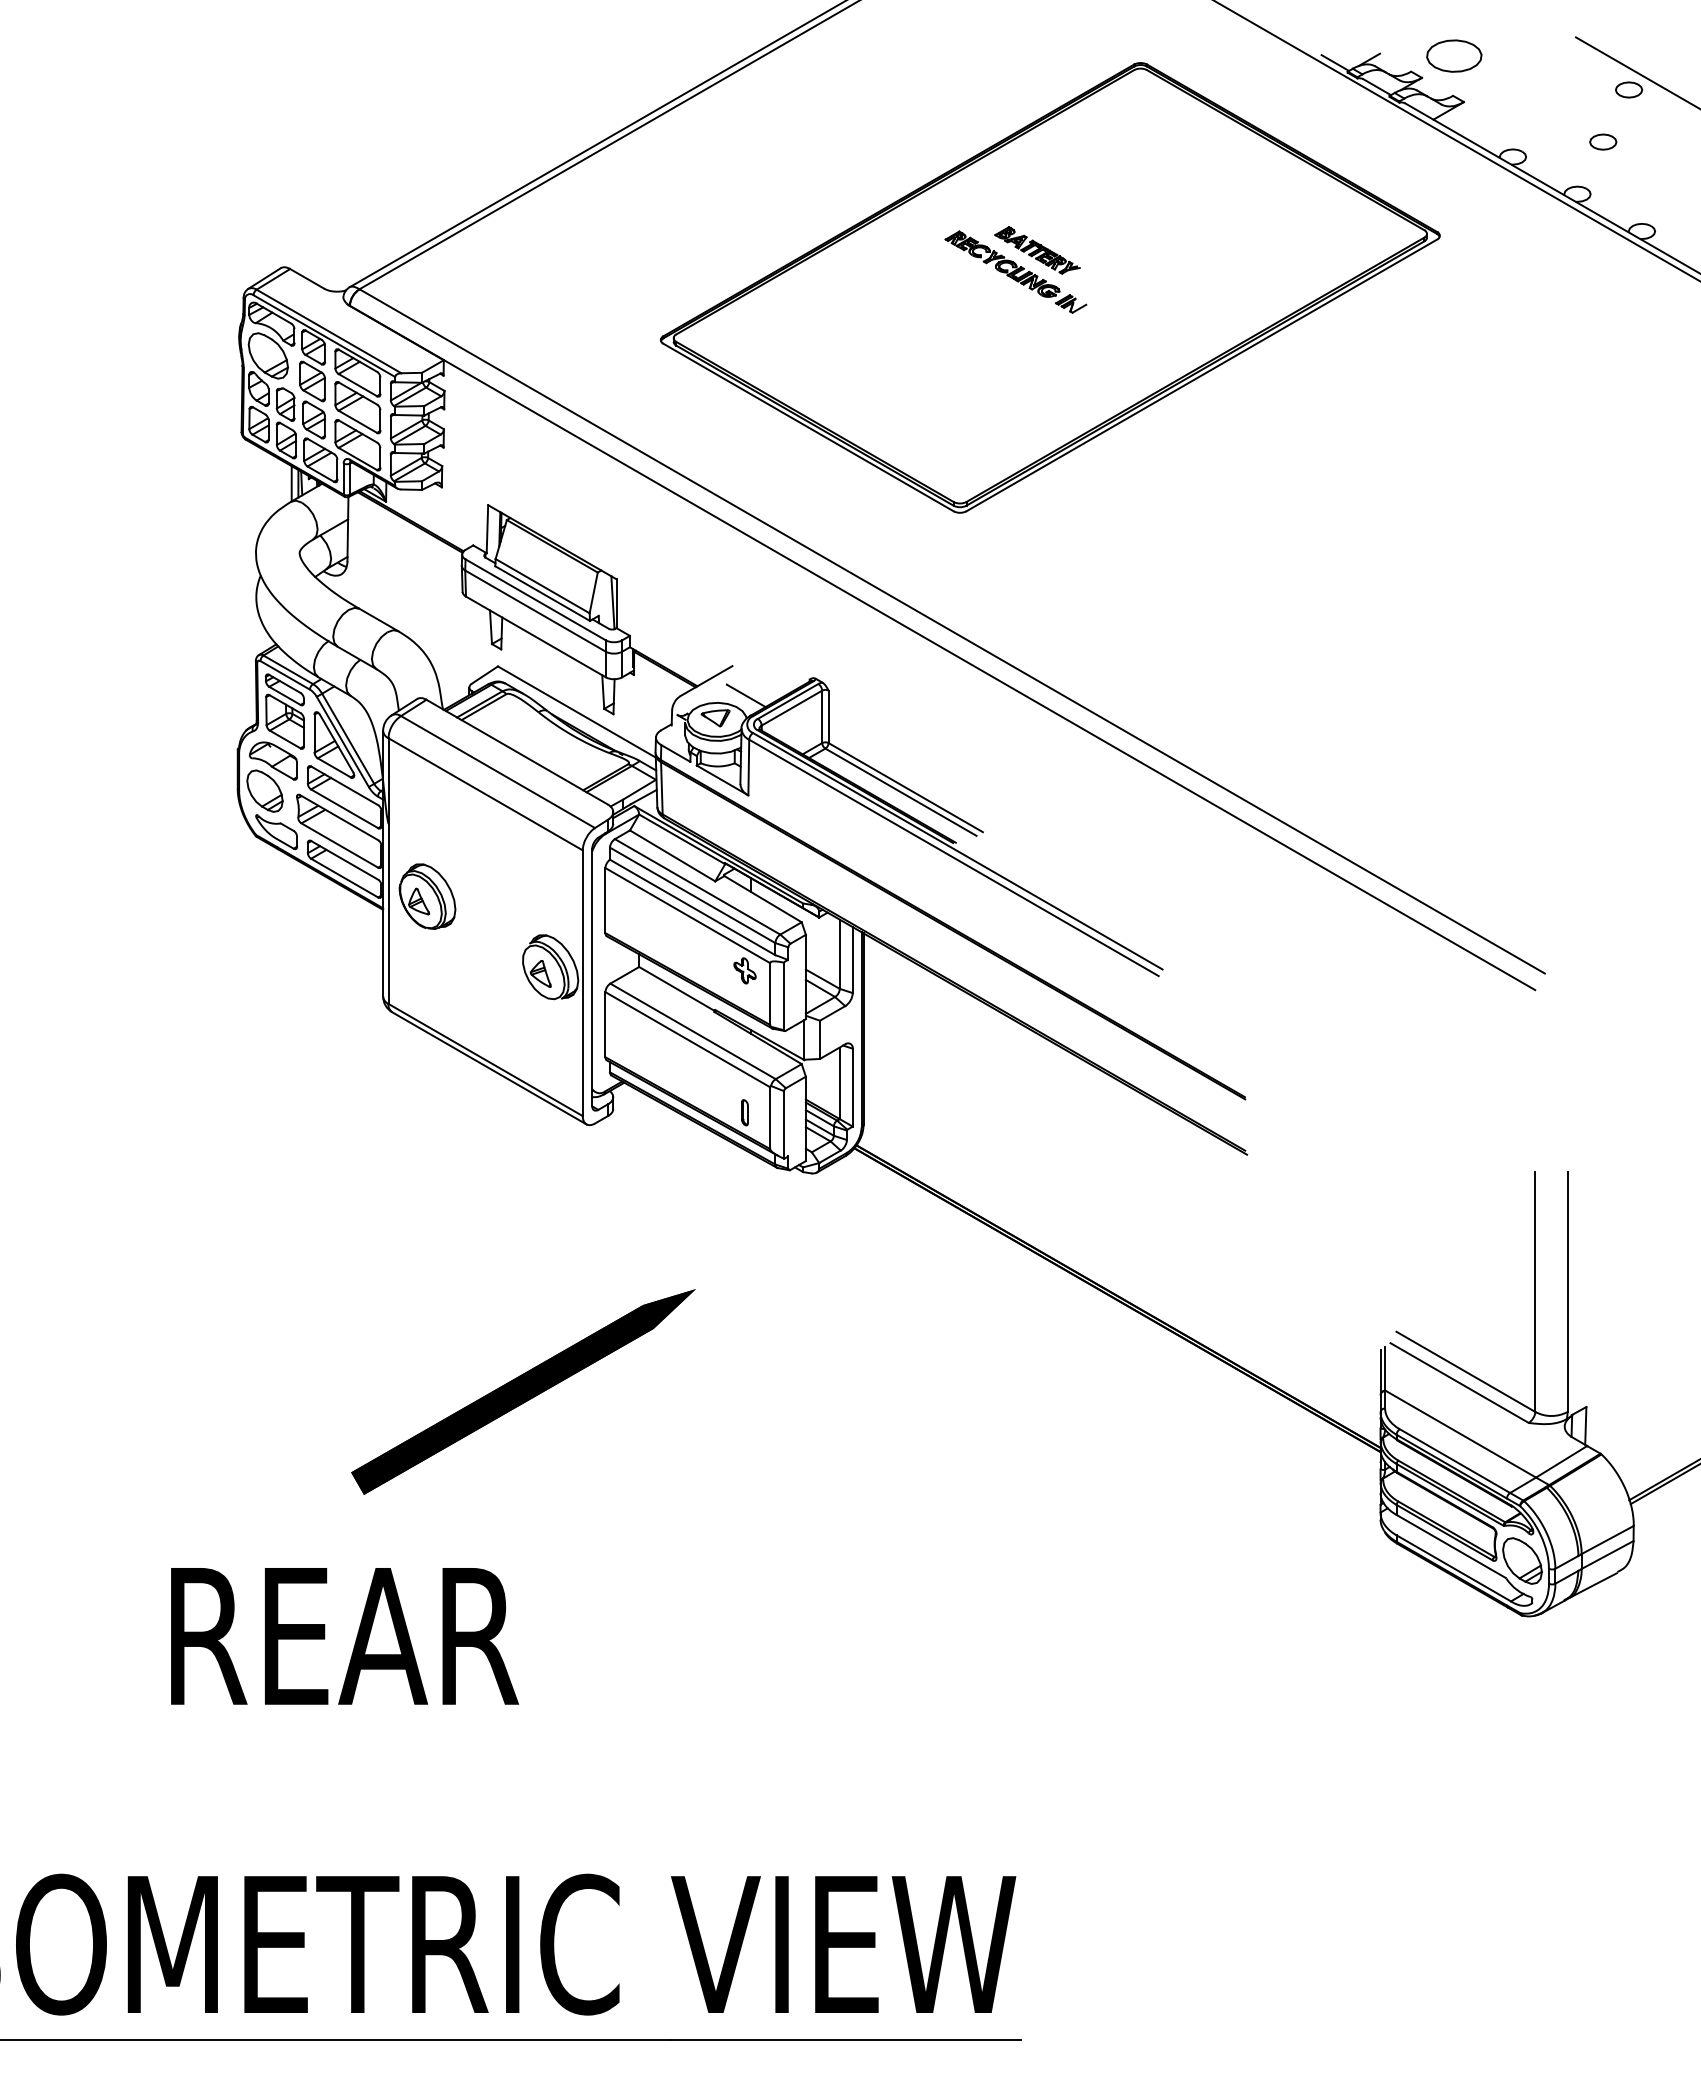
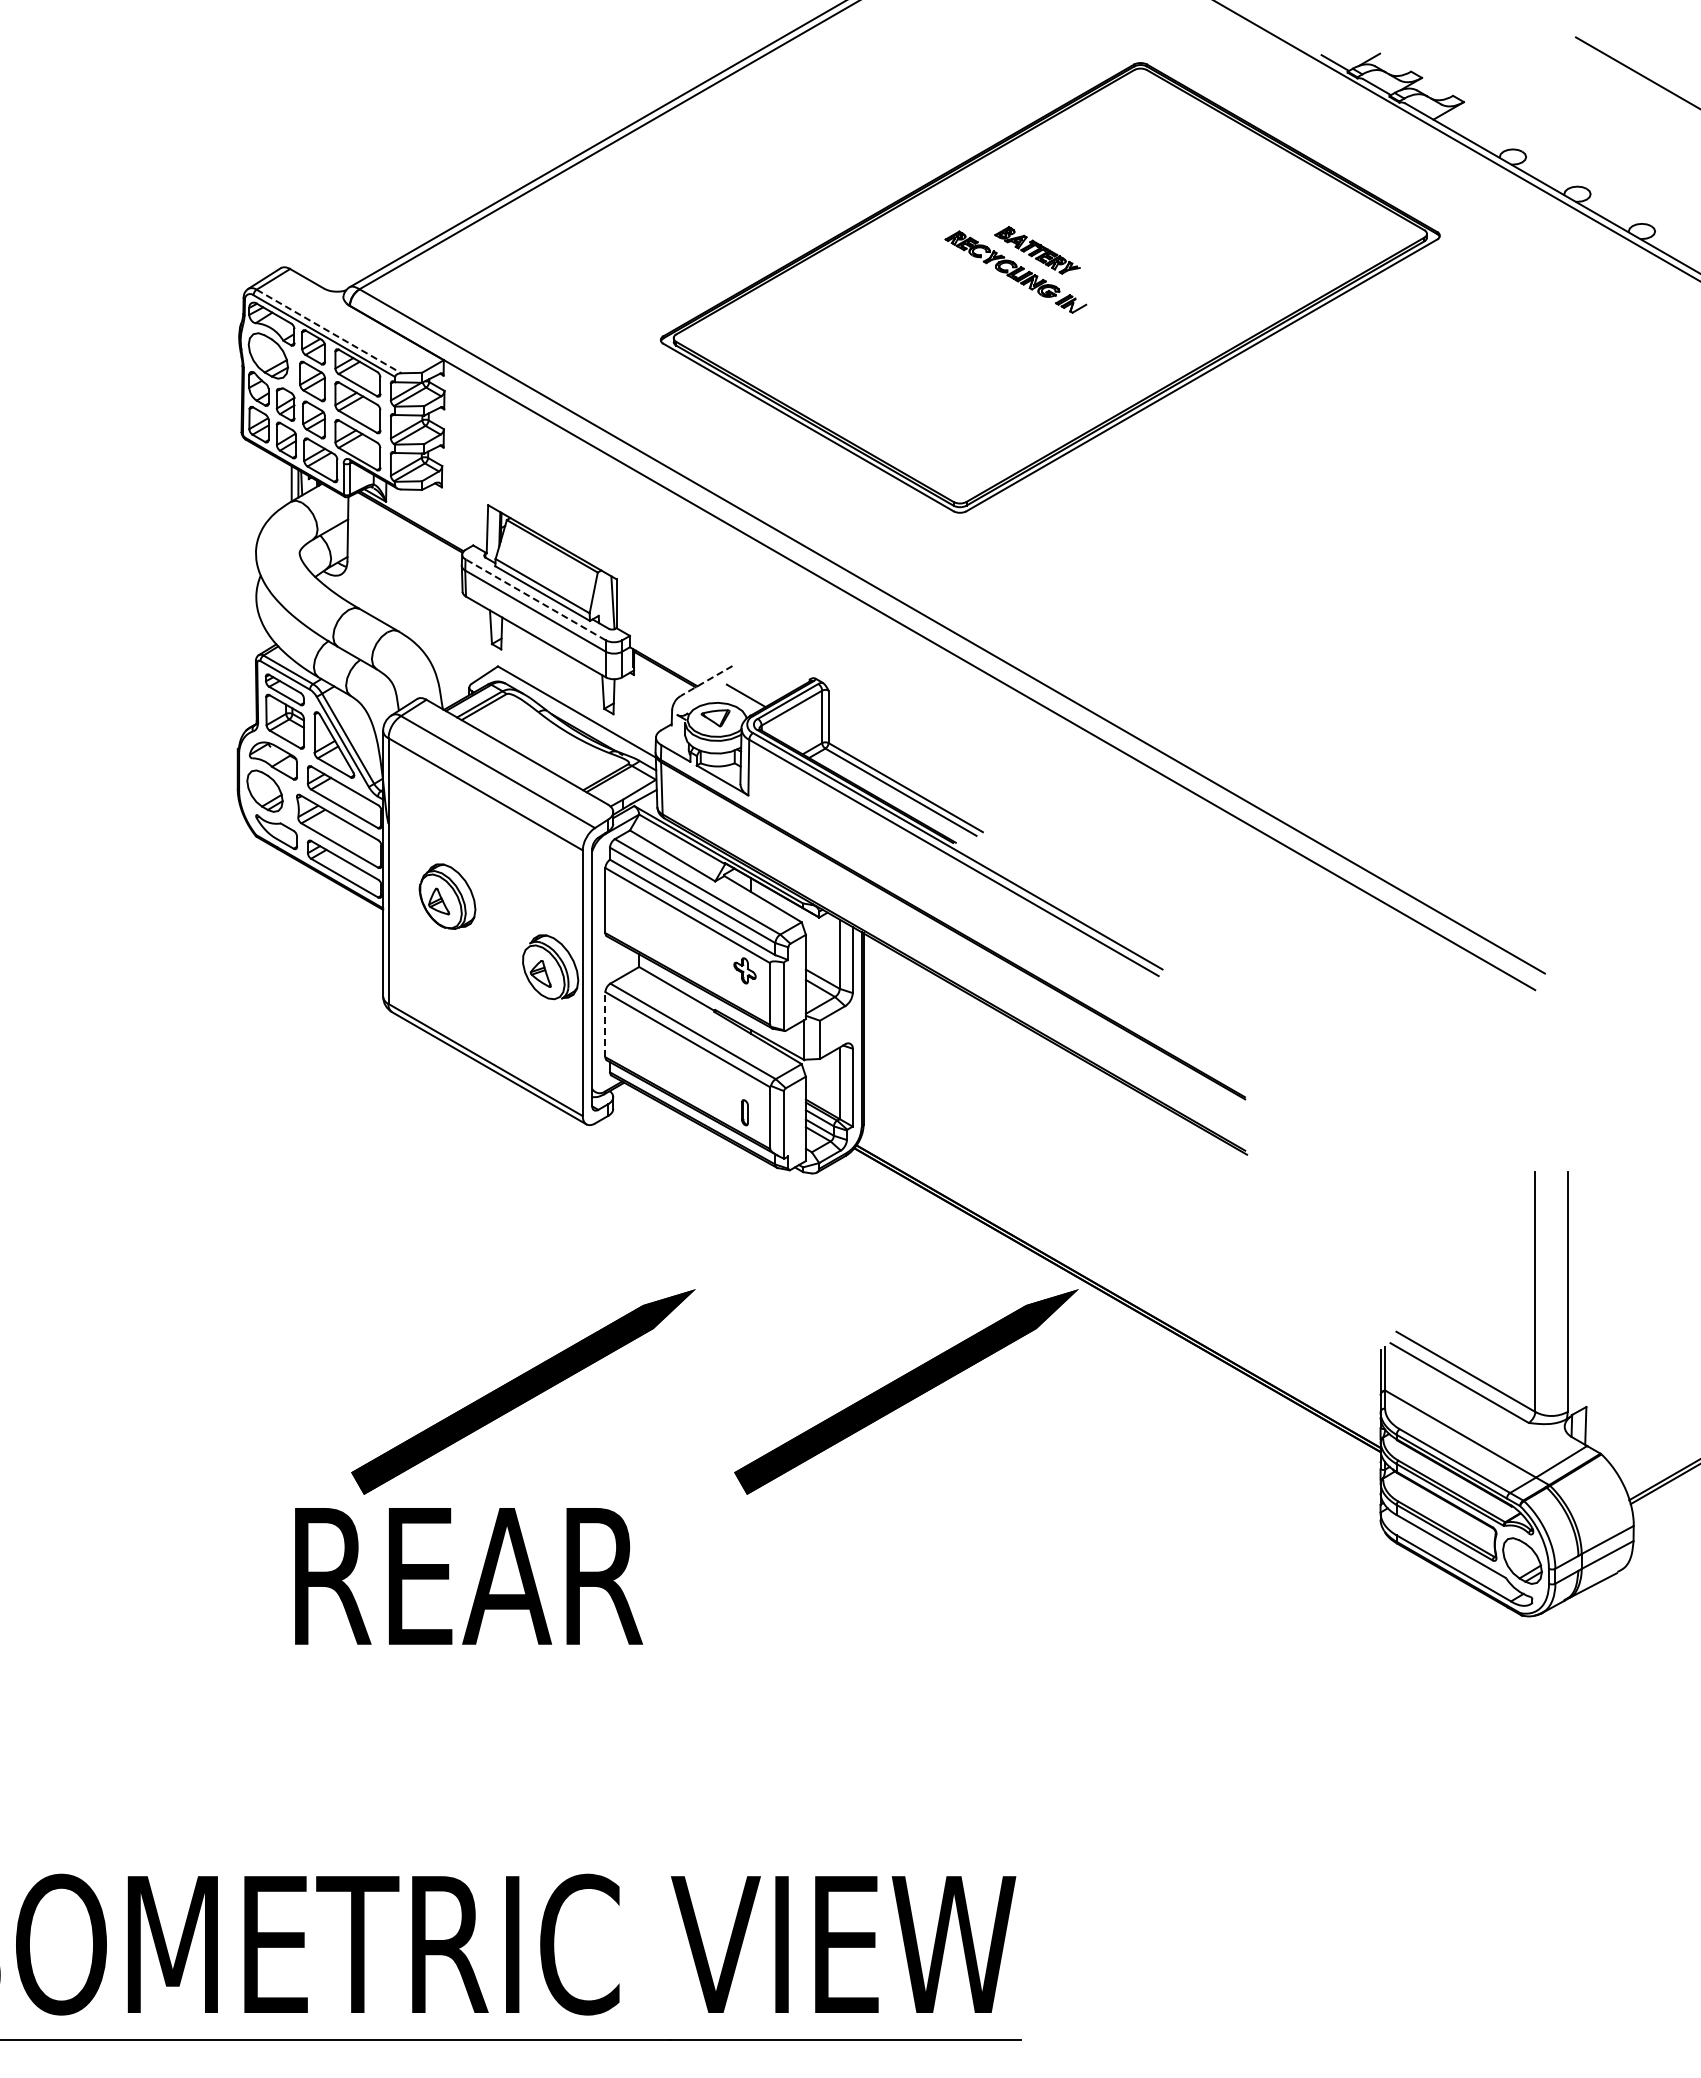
part at (1454, 55): present -> none
part at (1629, 89): present -> none
part at (1603, 141): present -> none
line at (329, 331): solid -> dashed
line at (535, 599): solid -> dashed
line at (706, 681): solid -> dashed
part at (427, 896) position: (427, 896) -> (447, 896)
line at (605, 1024): solid -> dashed
part at (906, 1391): none -> present
text at (345, 1636) position: (345, 1636) -> (469, 1576)
